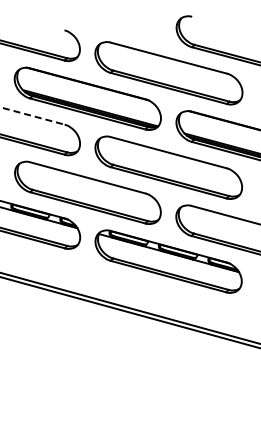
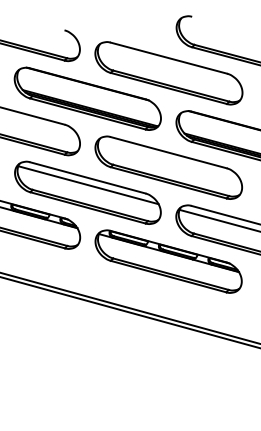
line at (32, 116): dashed -> solid
line at (88, 185): none -> present
line at (218, 219): none -> present
